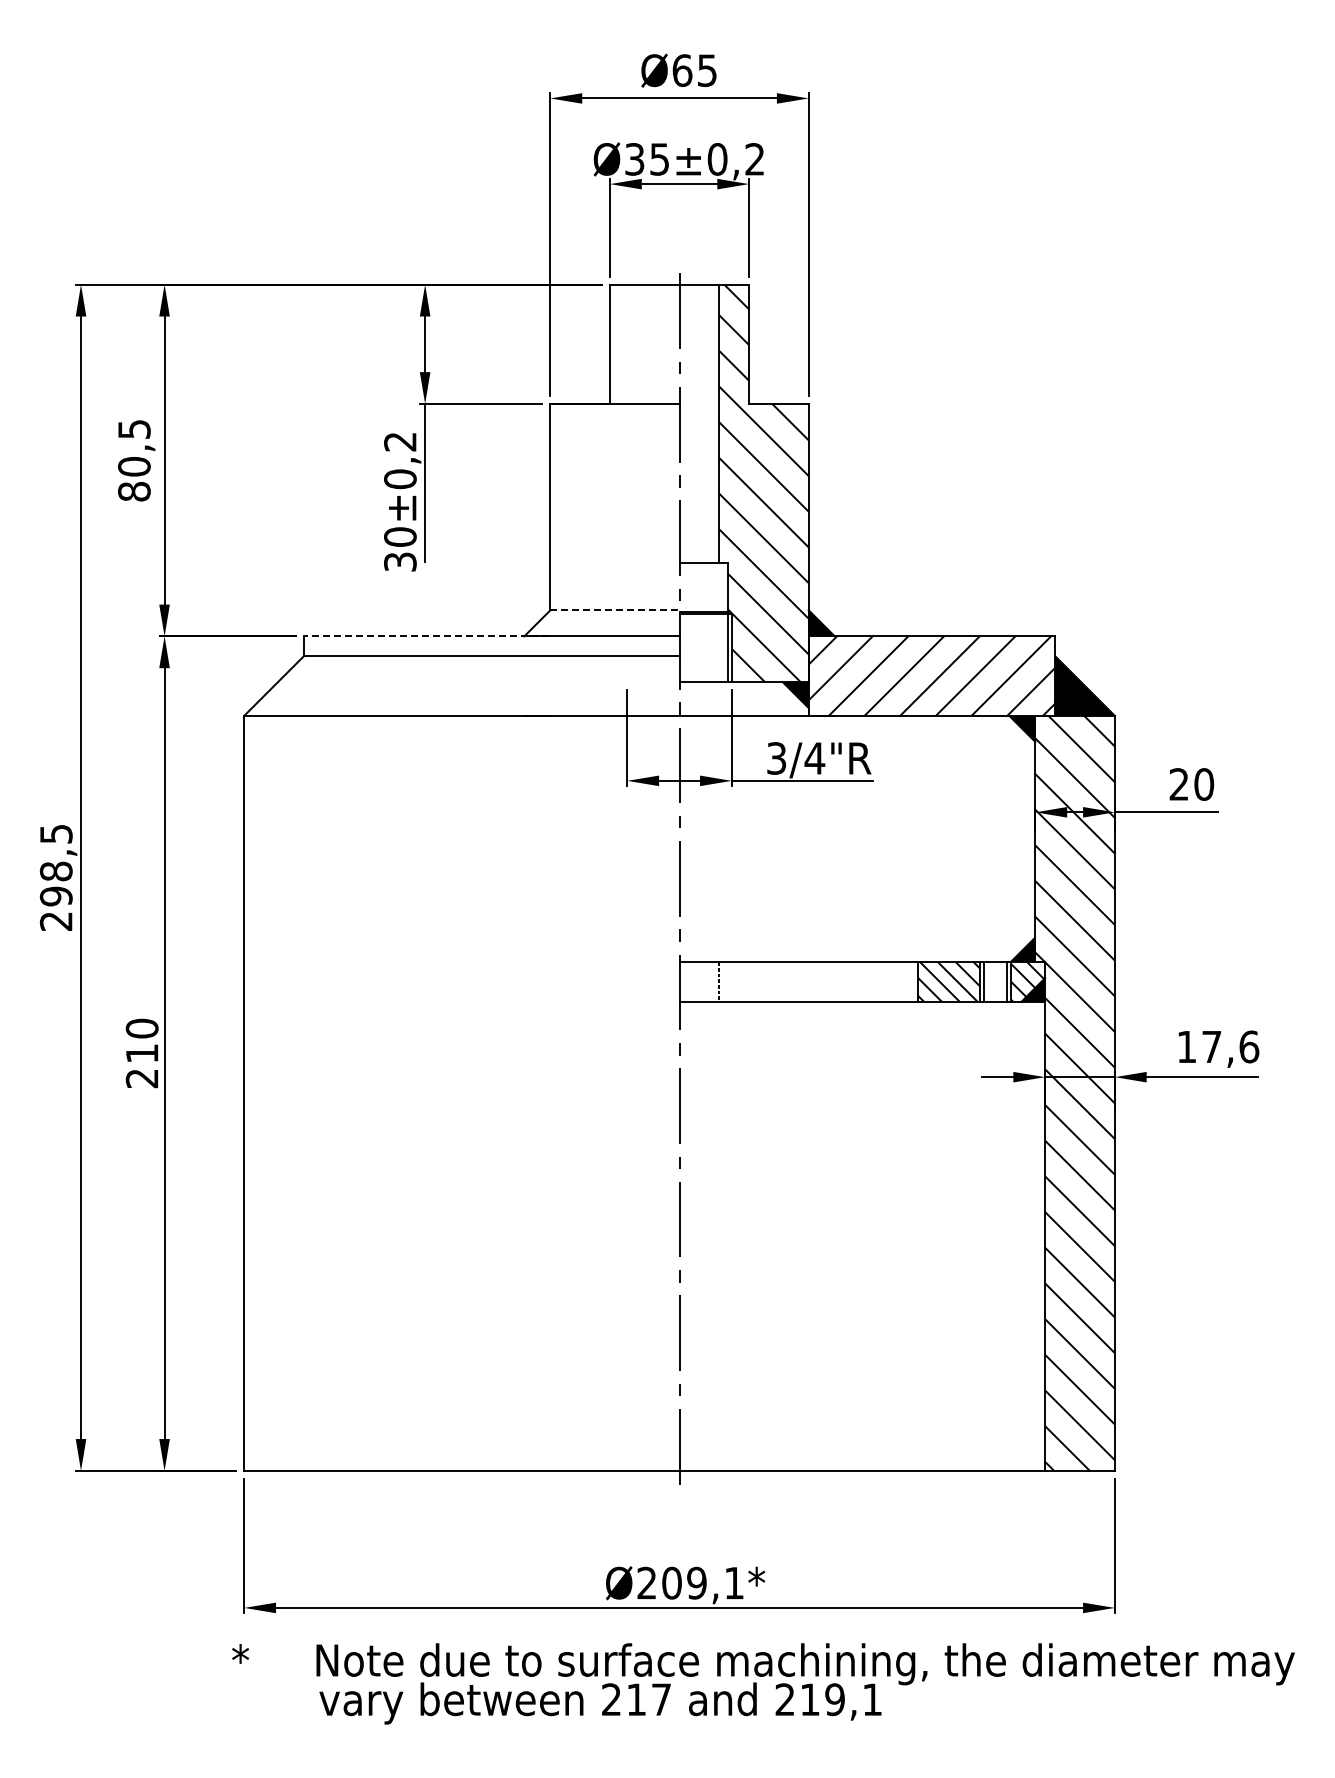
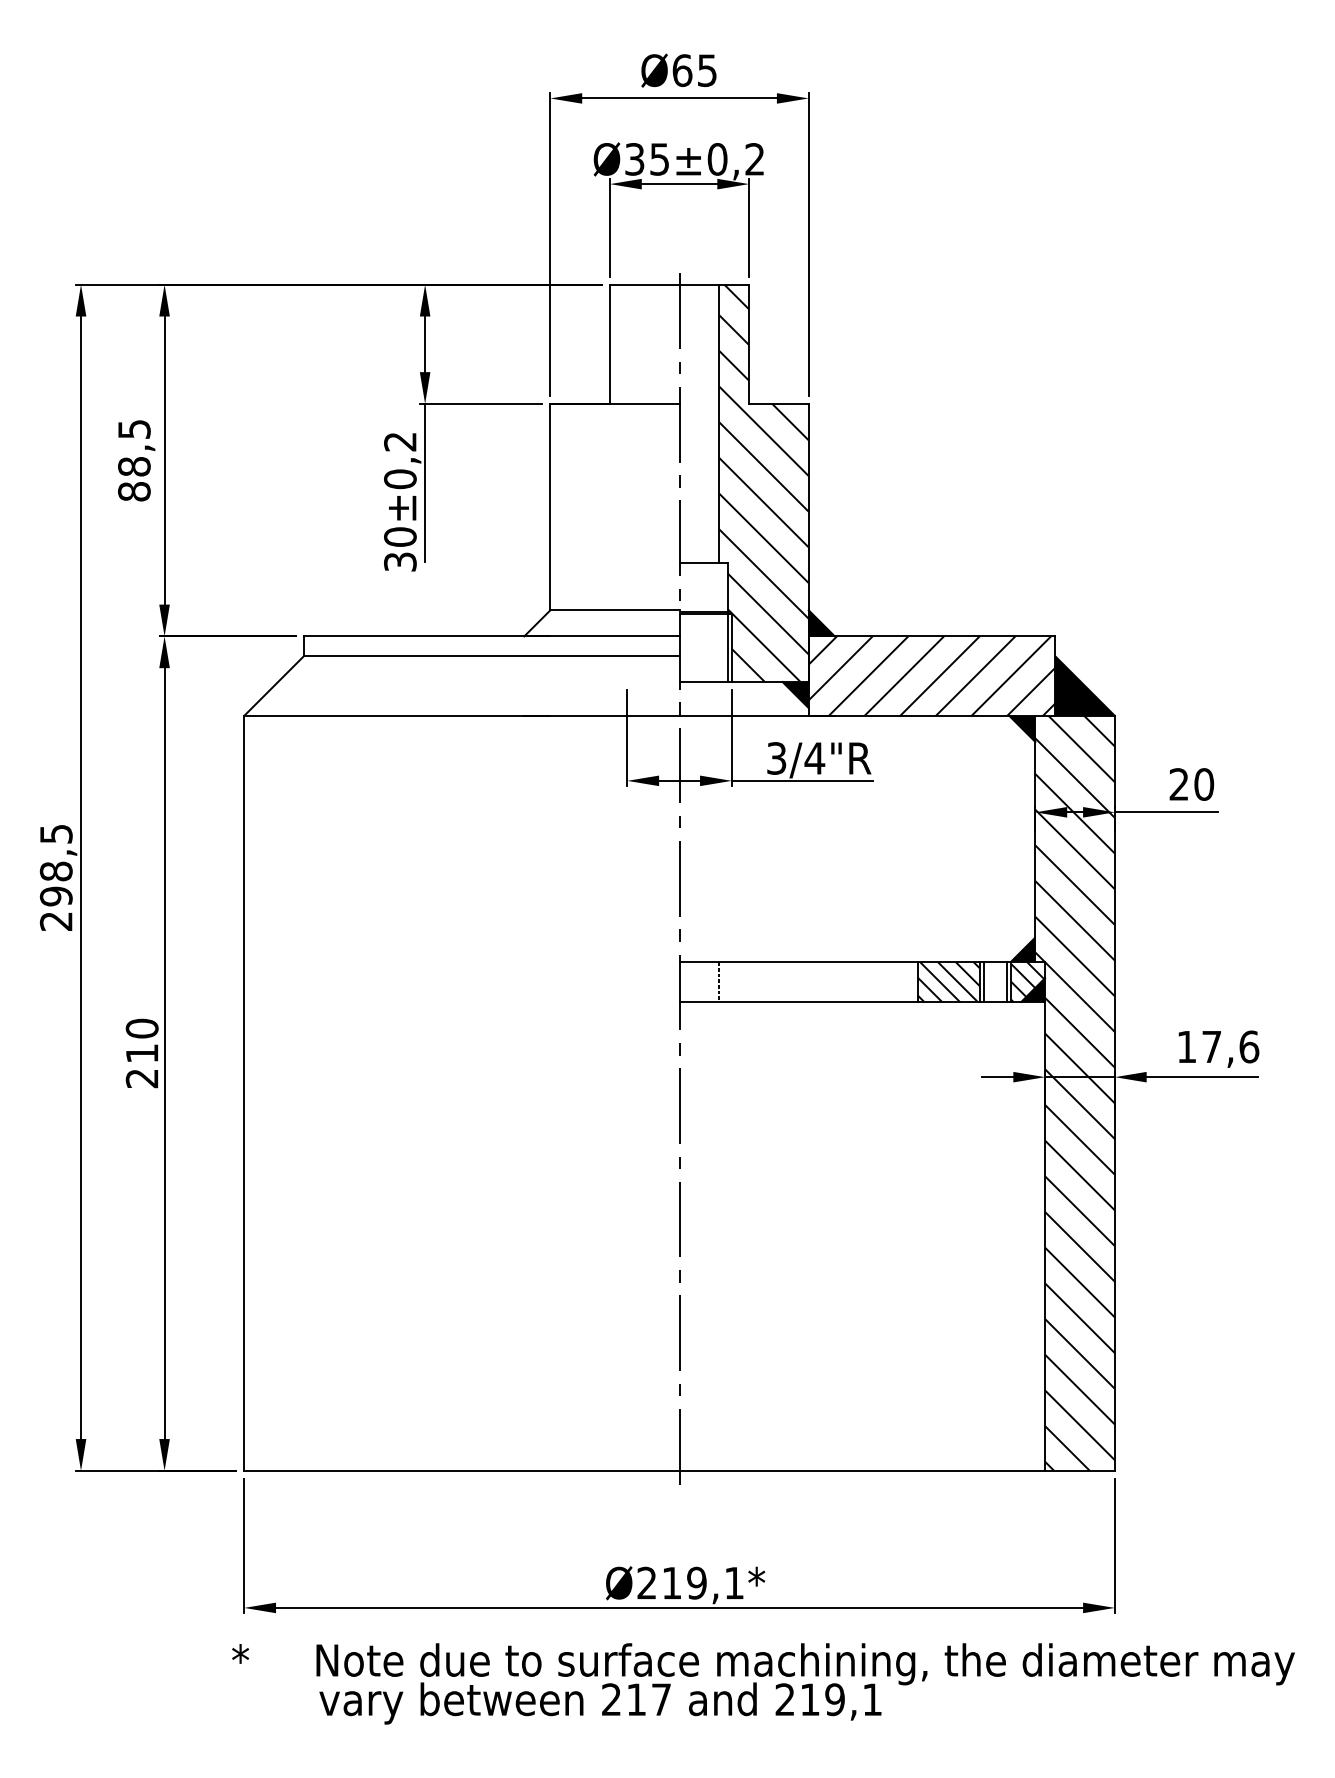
text at (134, 466): 80,5 -> 88,5
line at (614, 610): dashed -> solid
line at (426, 636): dashed -> solid
text at (671, 1582): Ø209,1* -> Ø219,1*
